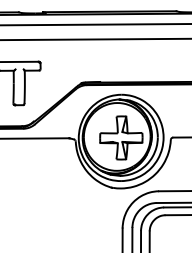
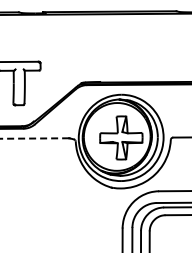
line at (95, 24): present -> none
line at (95, 39): present -> none
line at (34, 138): solid -> dashed
